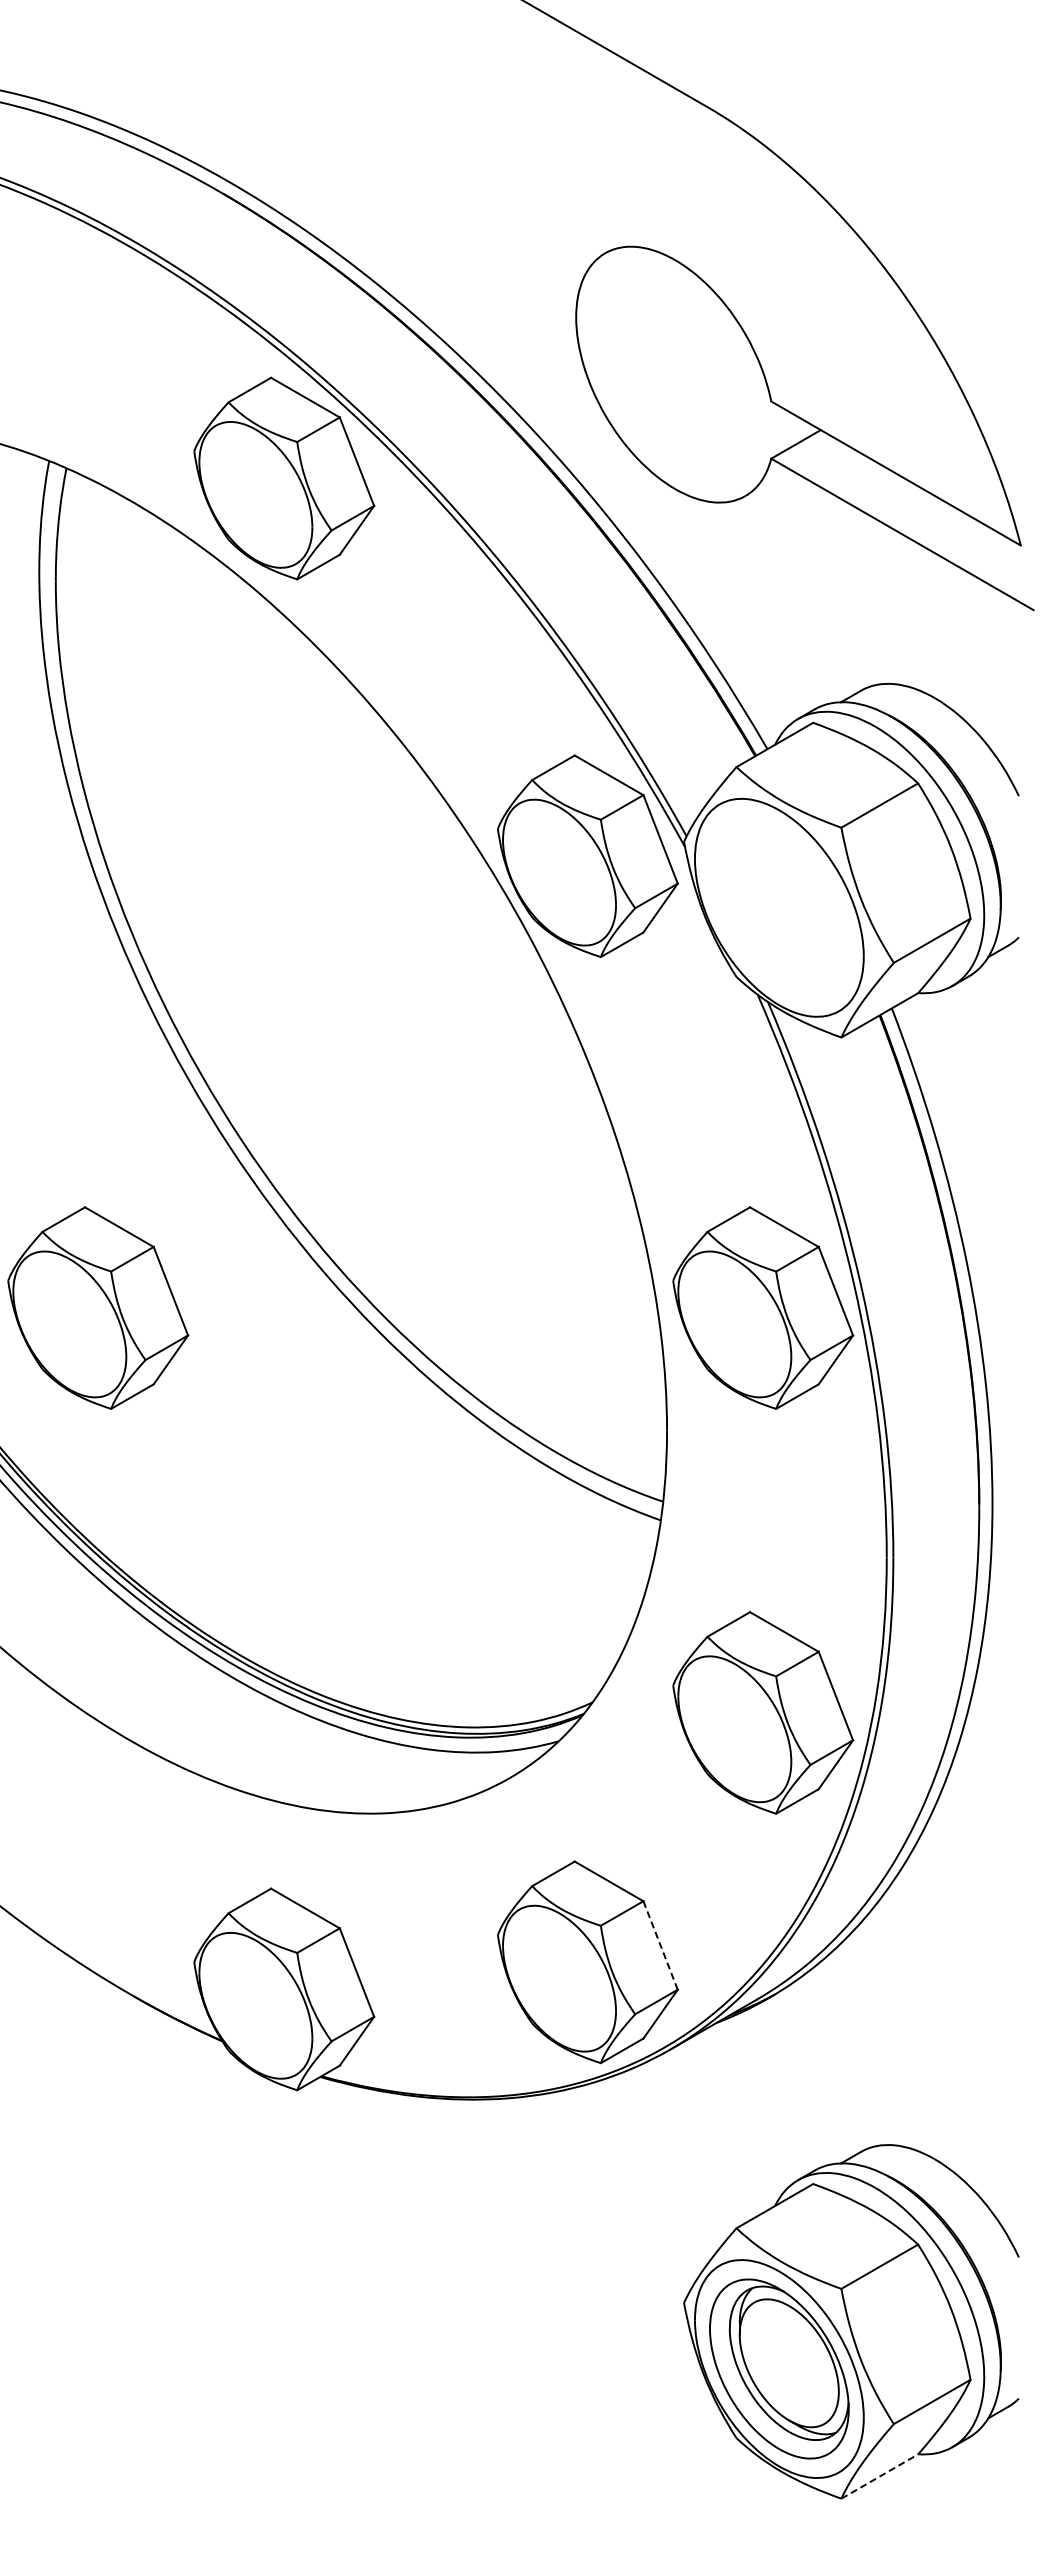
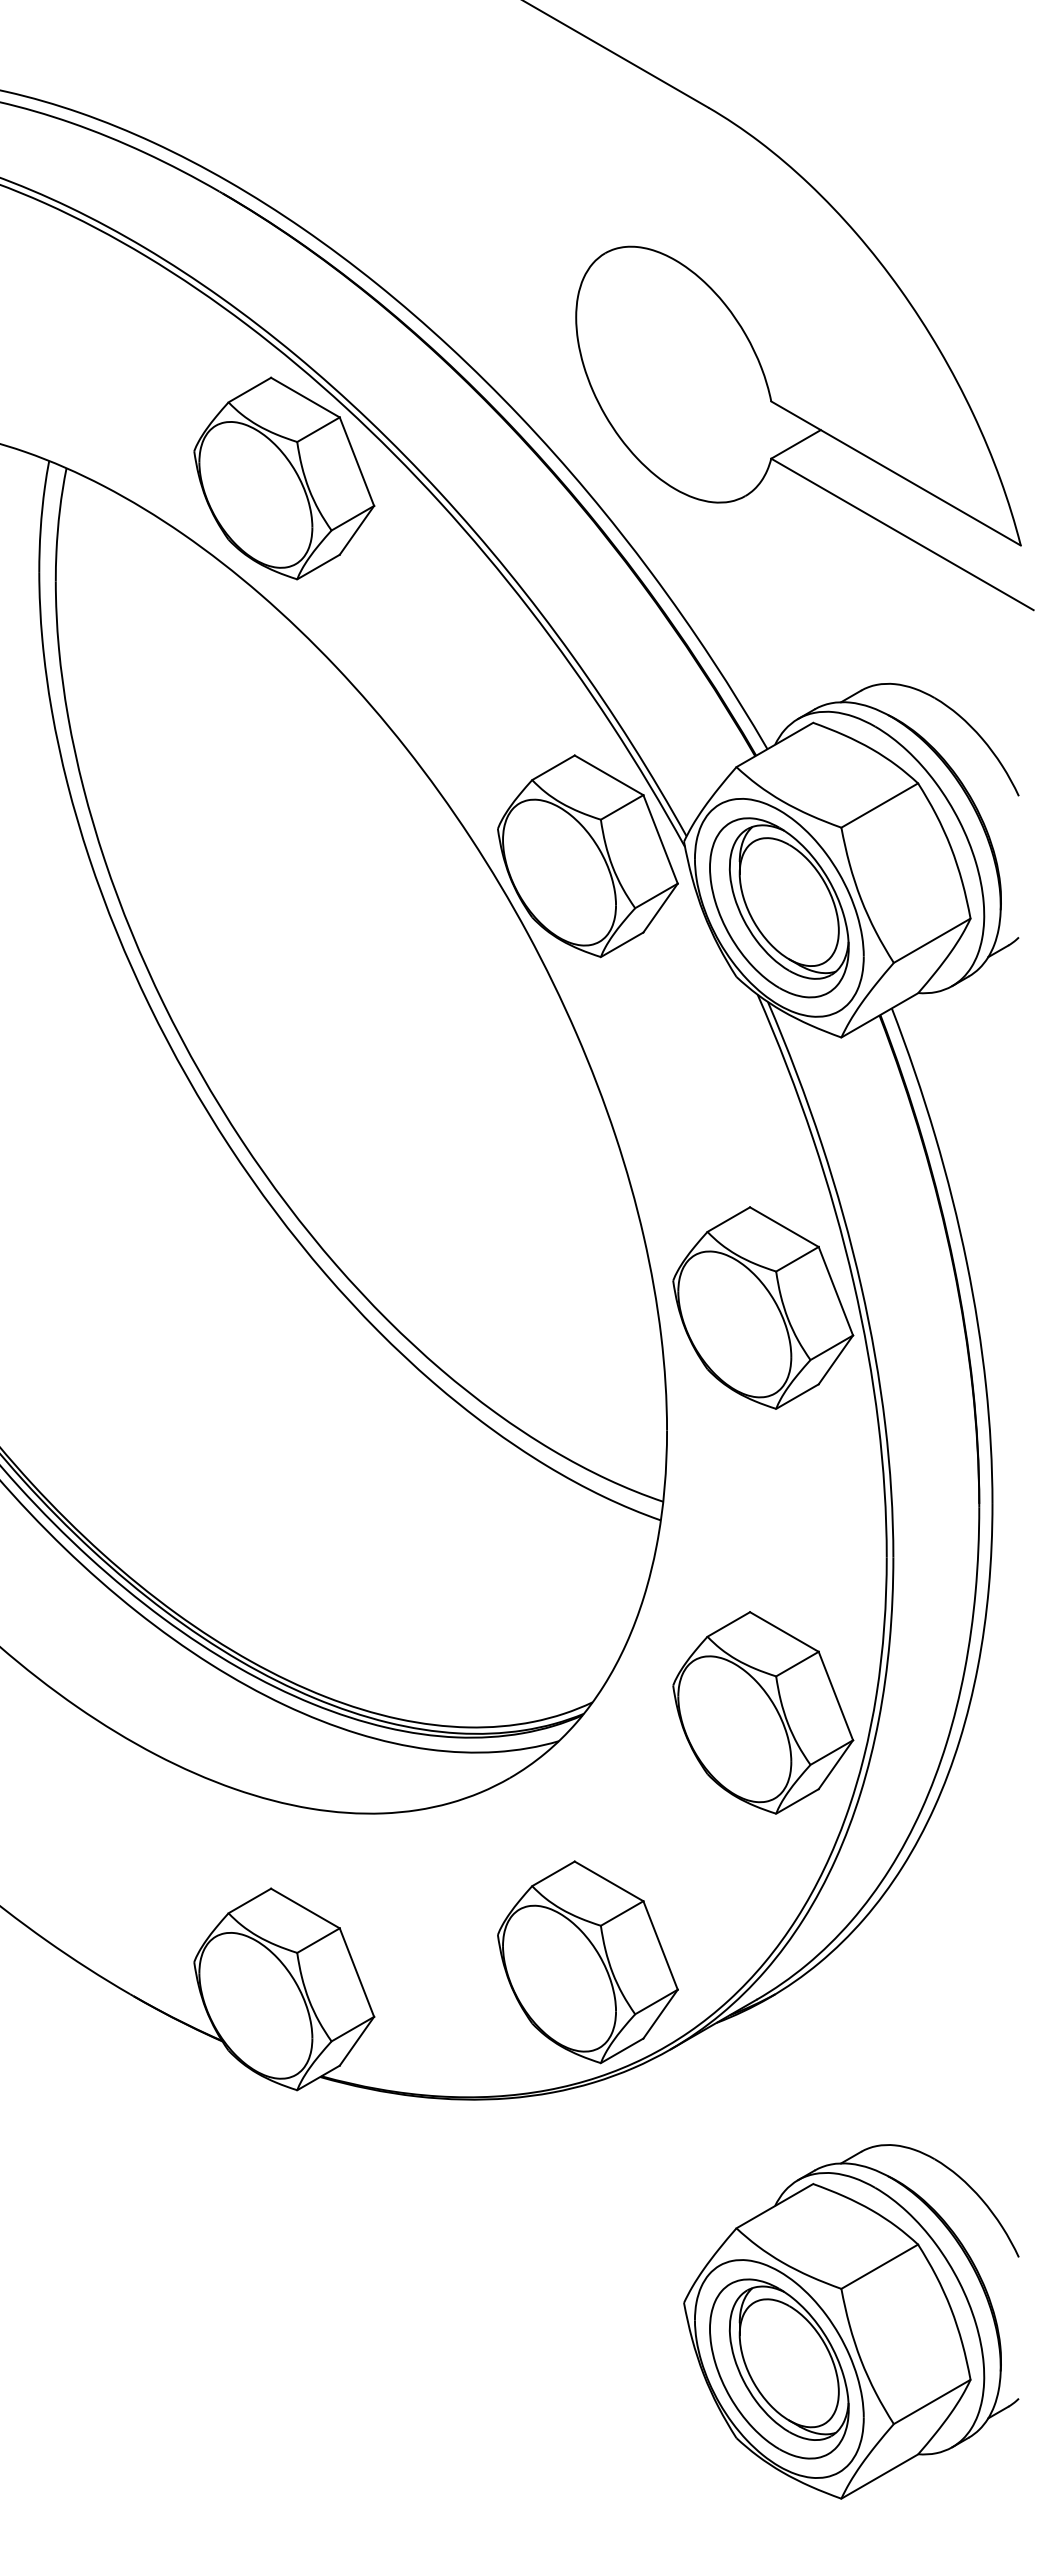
part at (779, 907): none -> present
part at (98, 1307): present -> none
line at (660, 1945): dashed -> solid
line at (880, 2476): dashed -> solid
